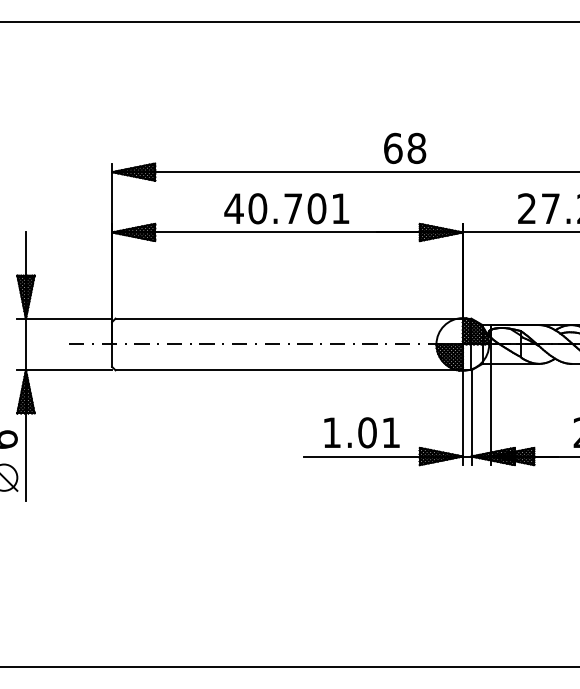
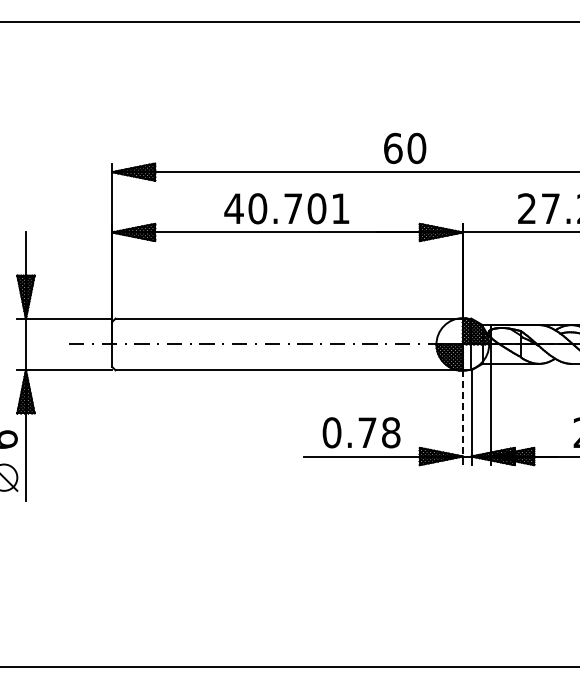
text at (416, 148): 68 -> 60
line at (462, 418): solid -> dashed
text at (361, 432): 1.01 -> 0.78
